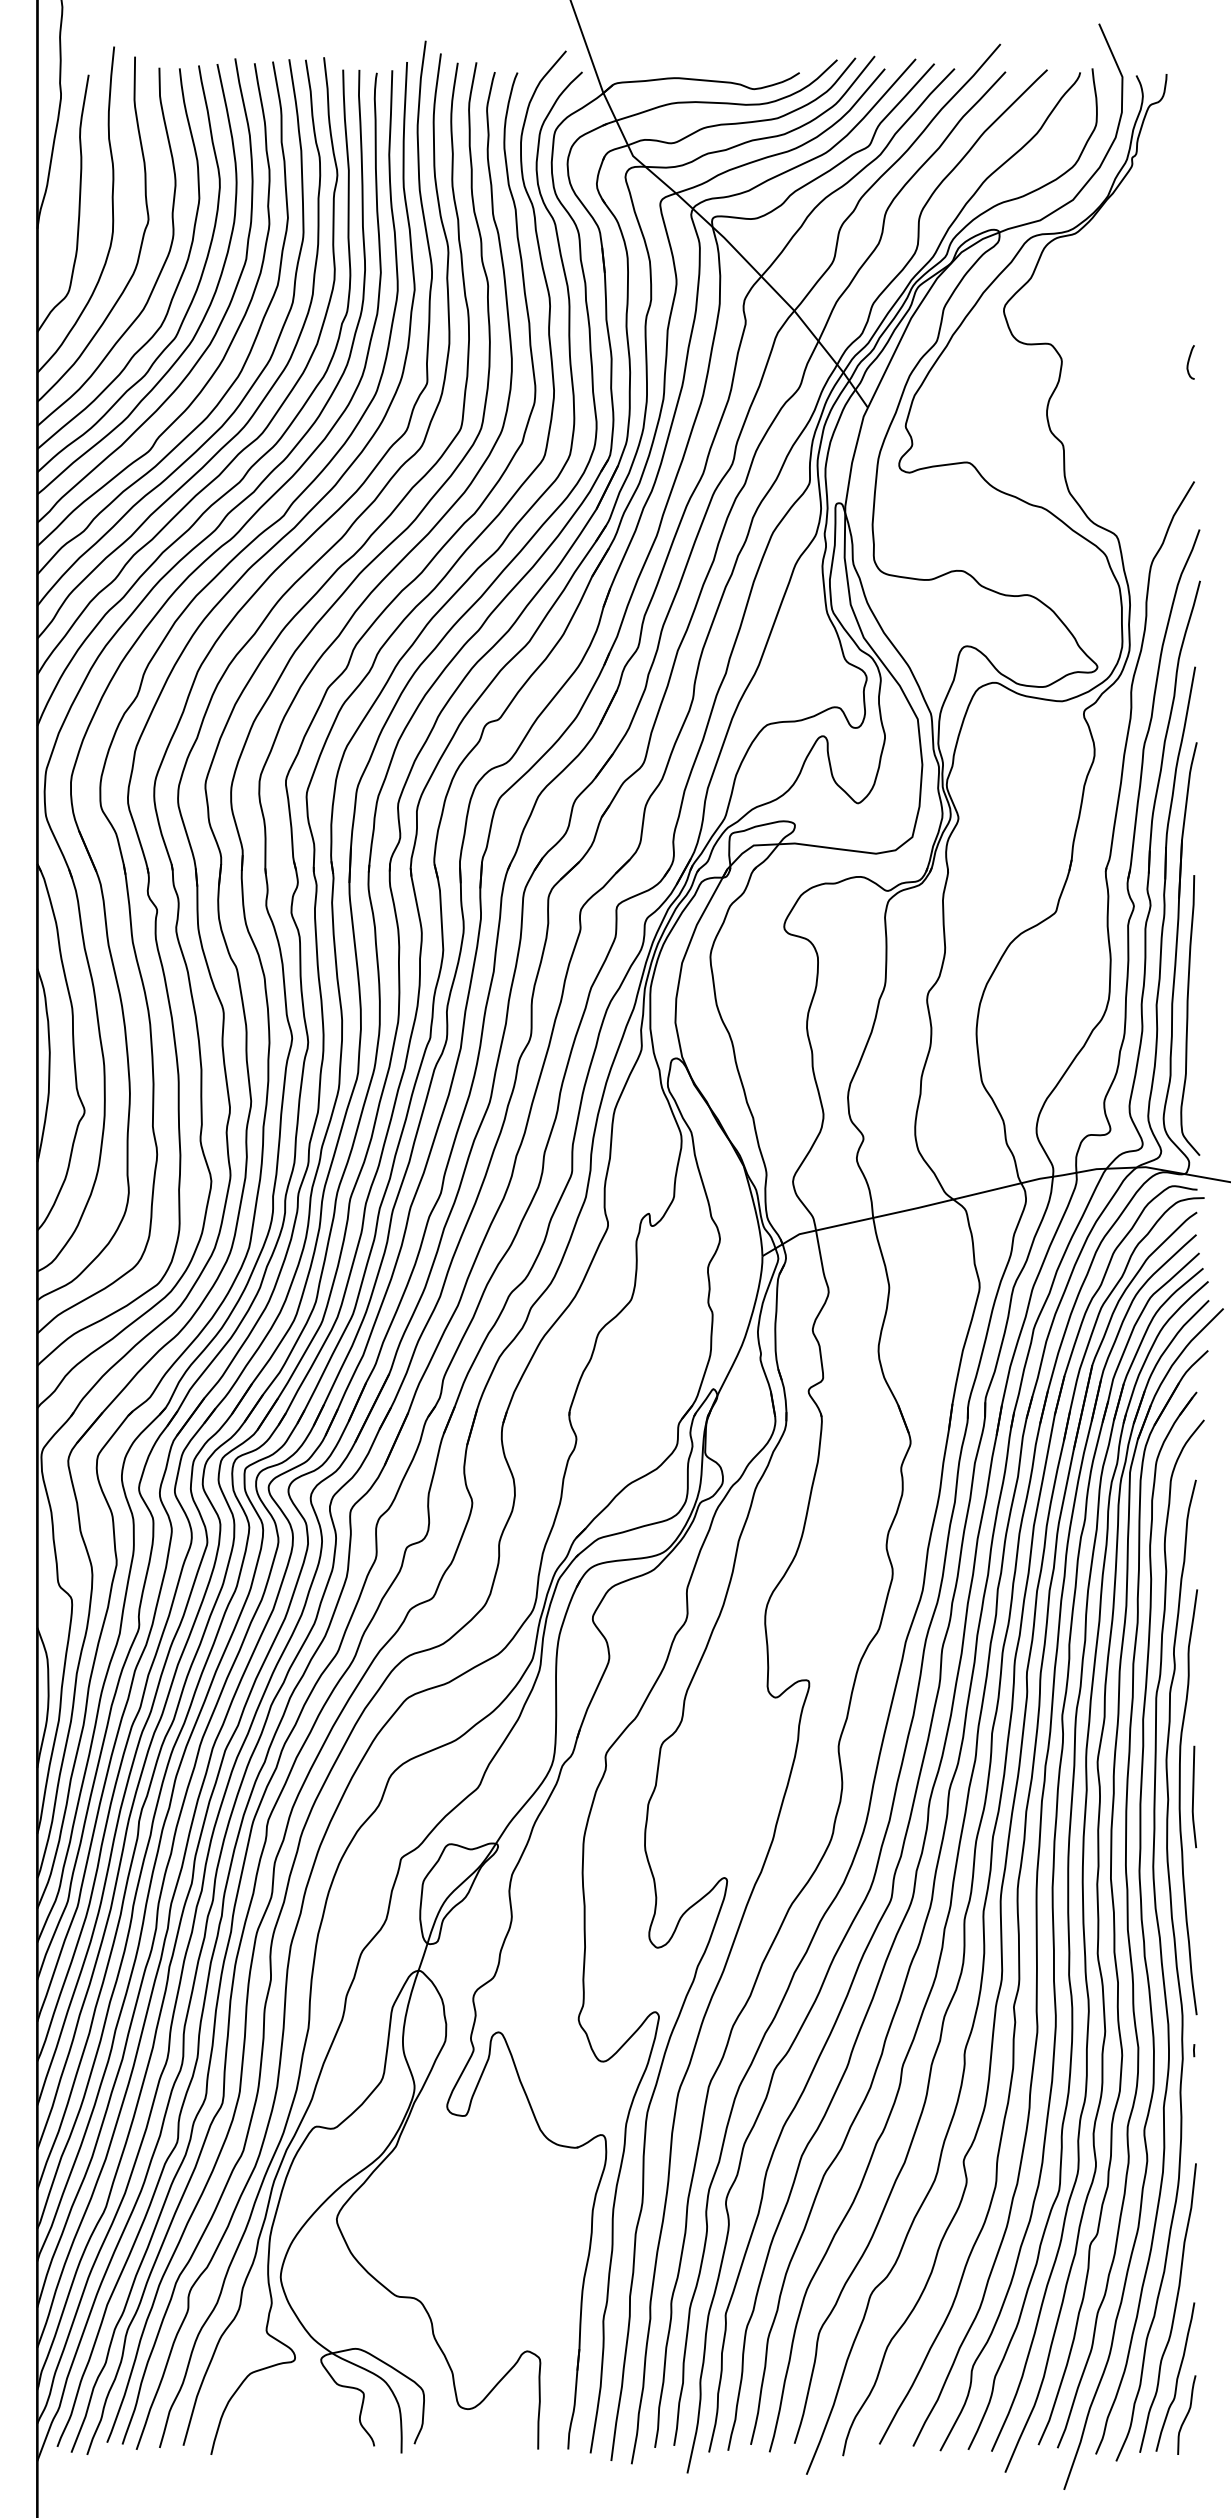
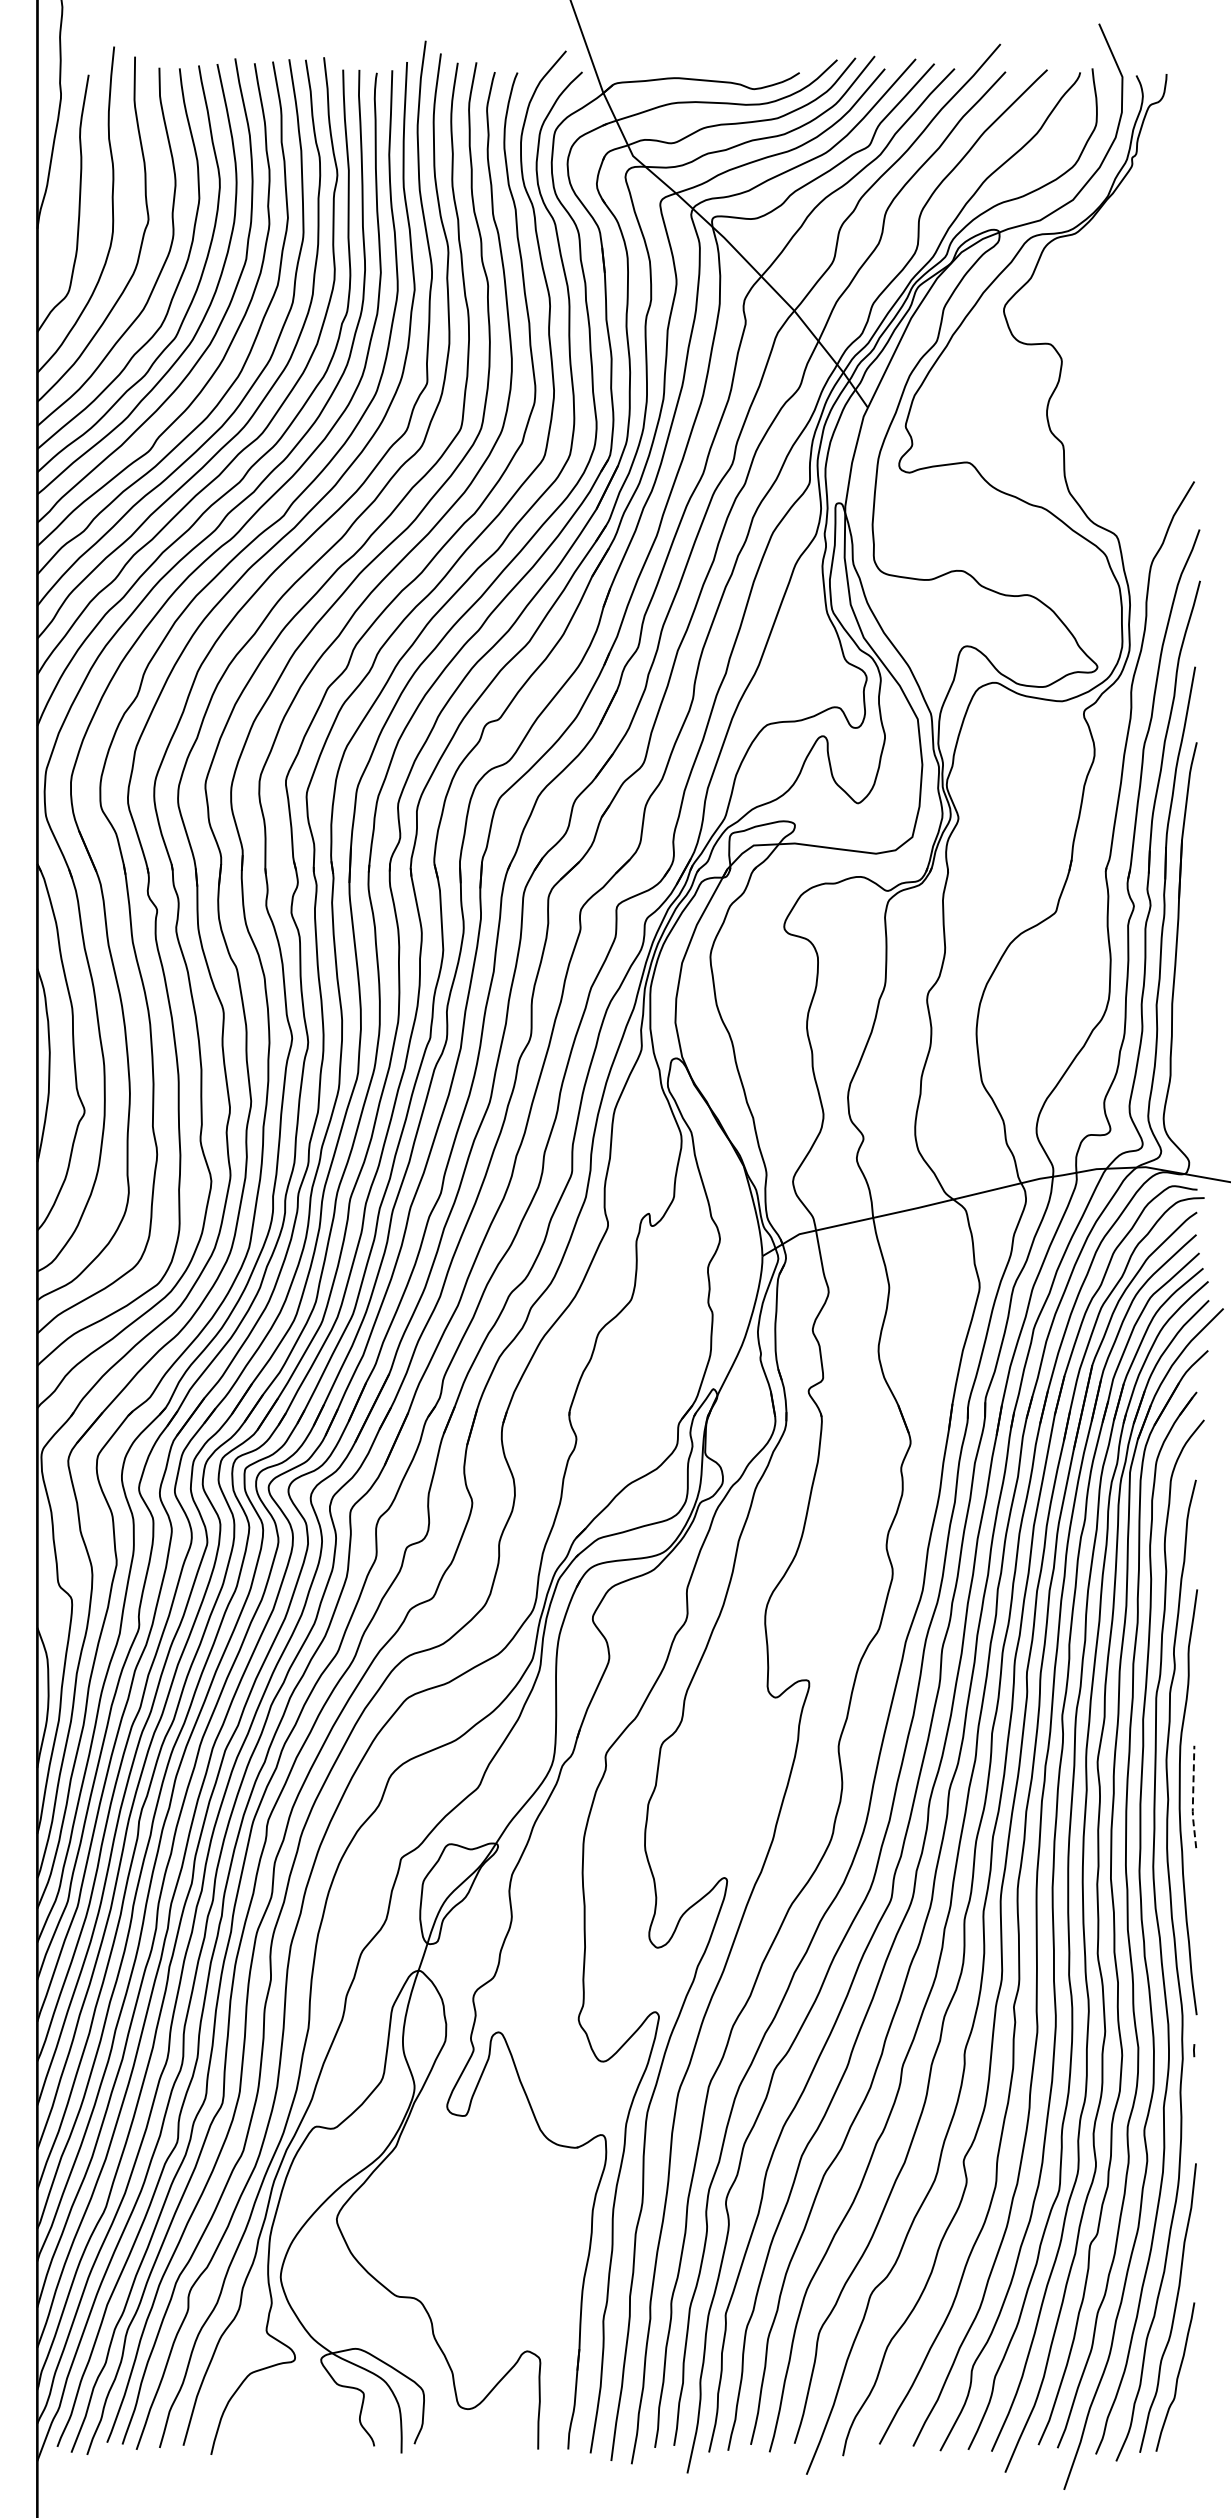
curve at (1189, 362): present -> none
curve at (1188, 1015): present -> none
line at (1193, 1798): solid -> dashed
curve at (1186, 2414): present -> none
